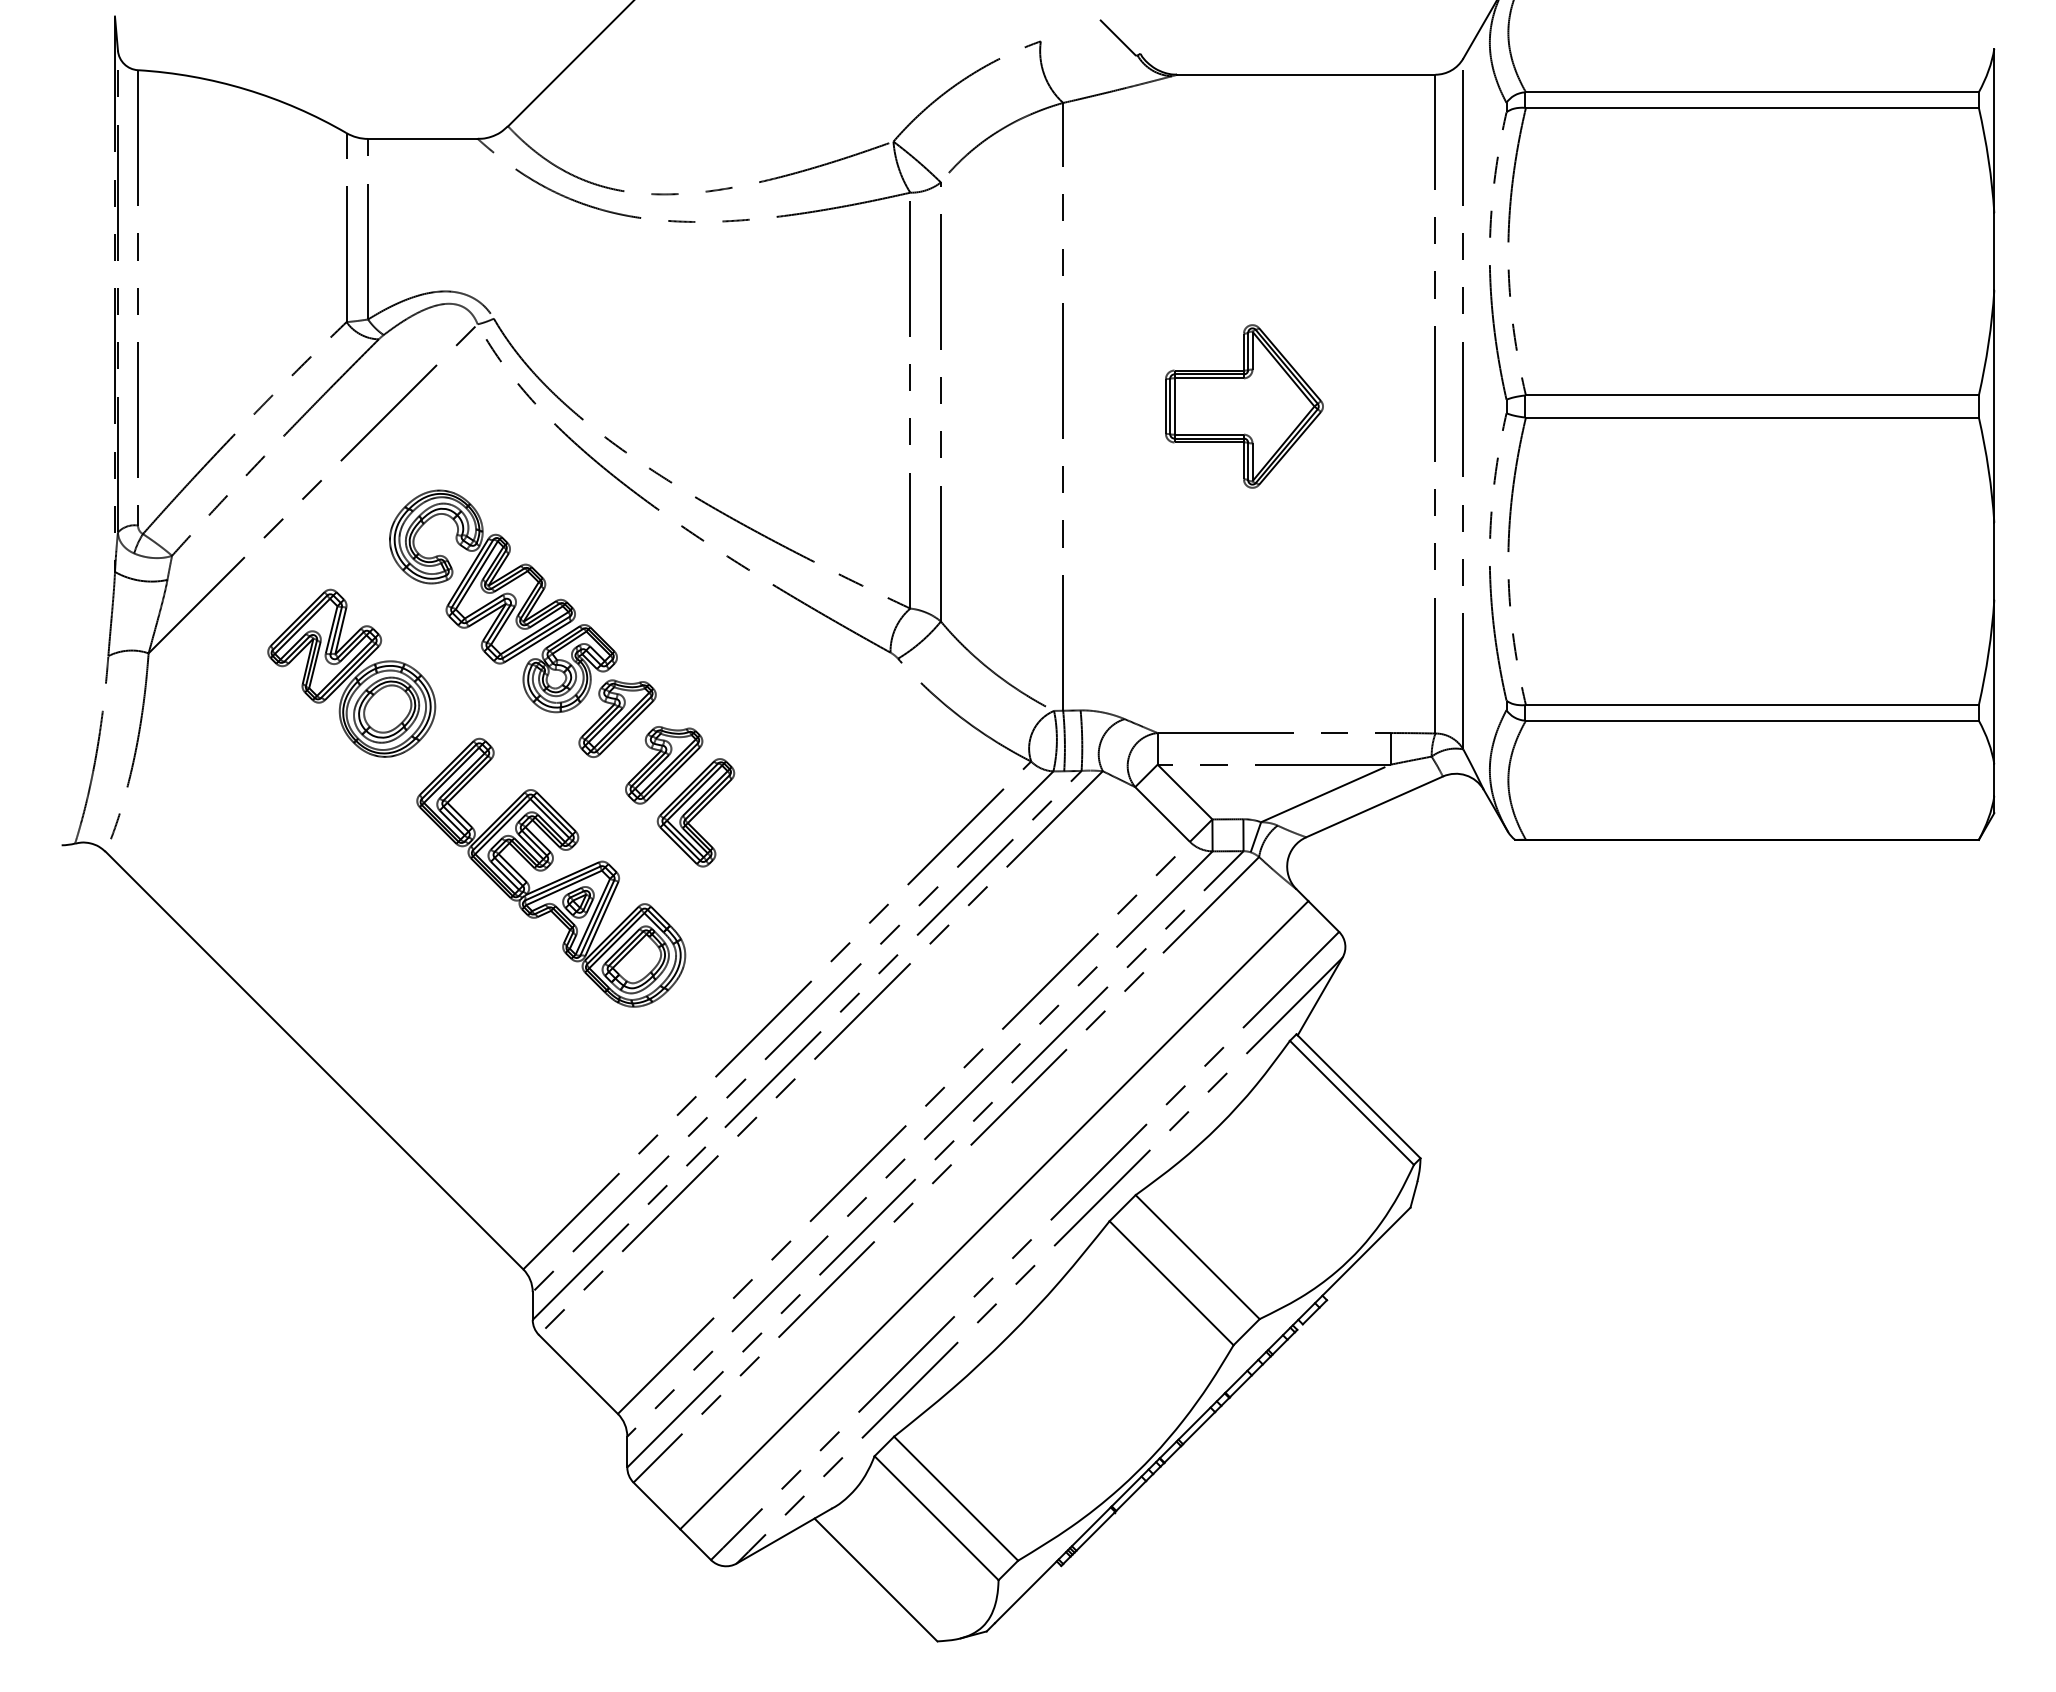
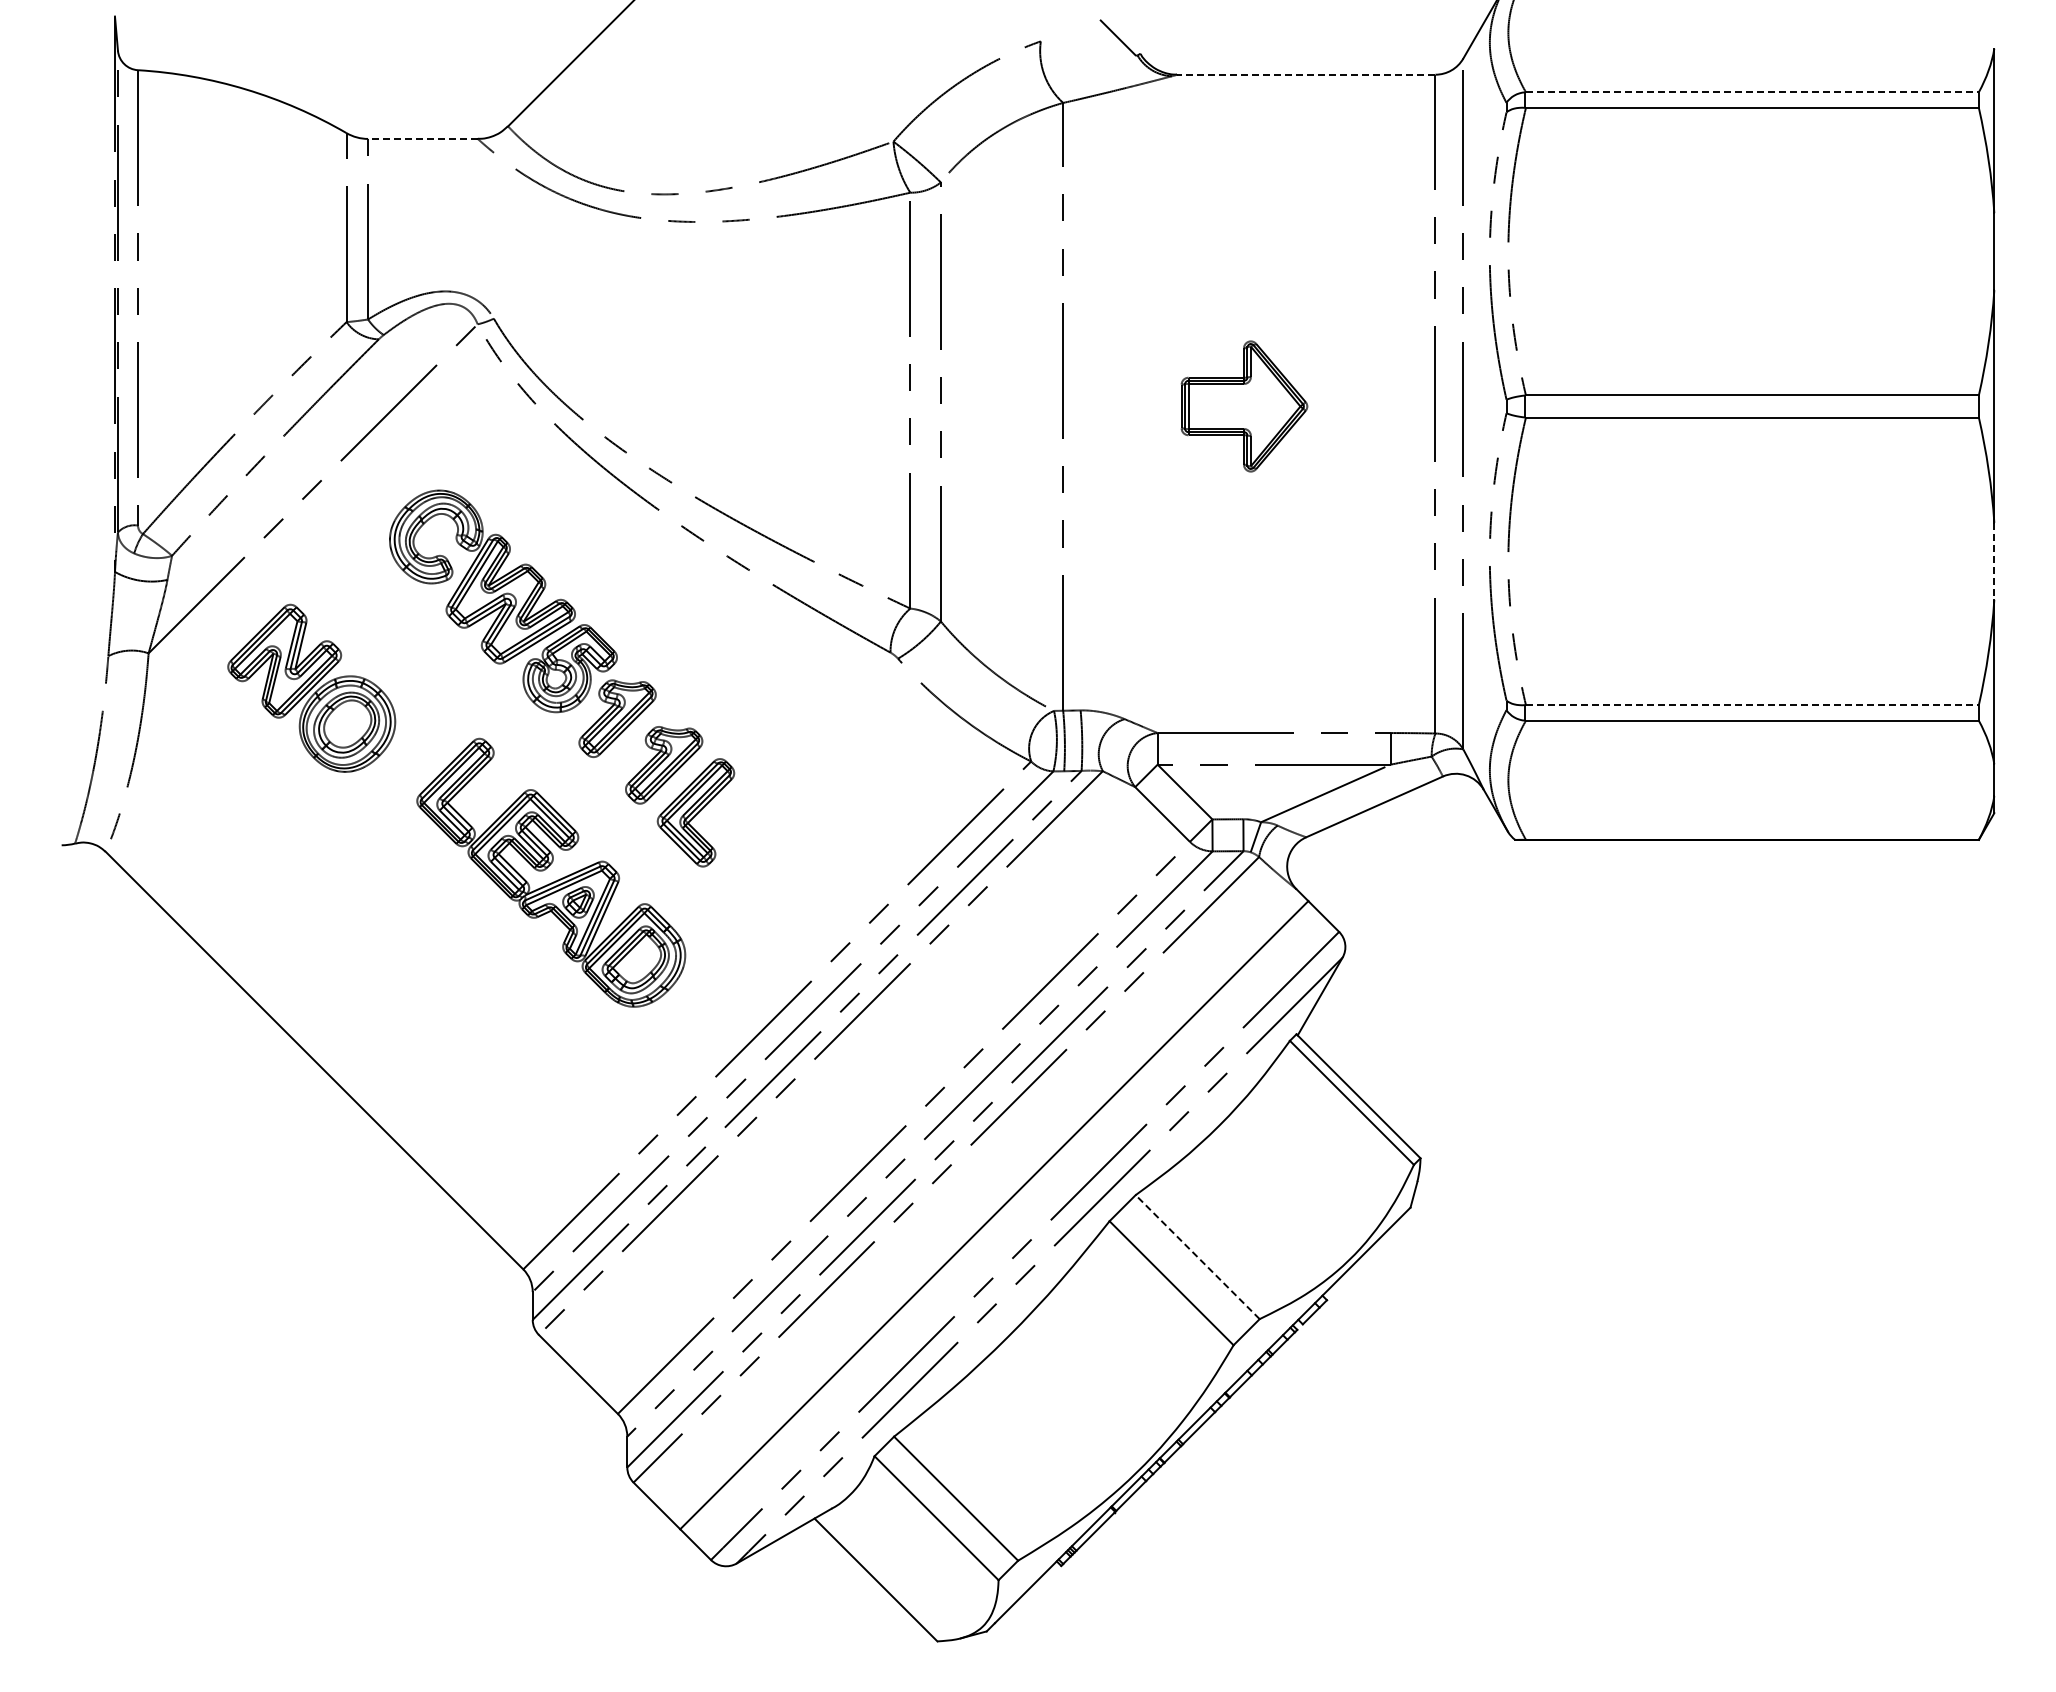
line at (1305, 74): solid -> dashed
line at (1752, 92): solid -> dashed
line at (422, 138): solid -> dashed
part at (1244, 406) size: 159x165 px -> 129x133 px
line at (1994, 561): solid -> dashed
part at (351, 672) position: (351, 672) -> (311, 687)
line at (1752, 705): solid -> dashed
line at (1197, 1257): solid -> dashed
